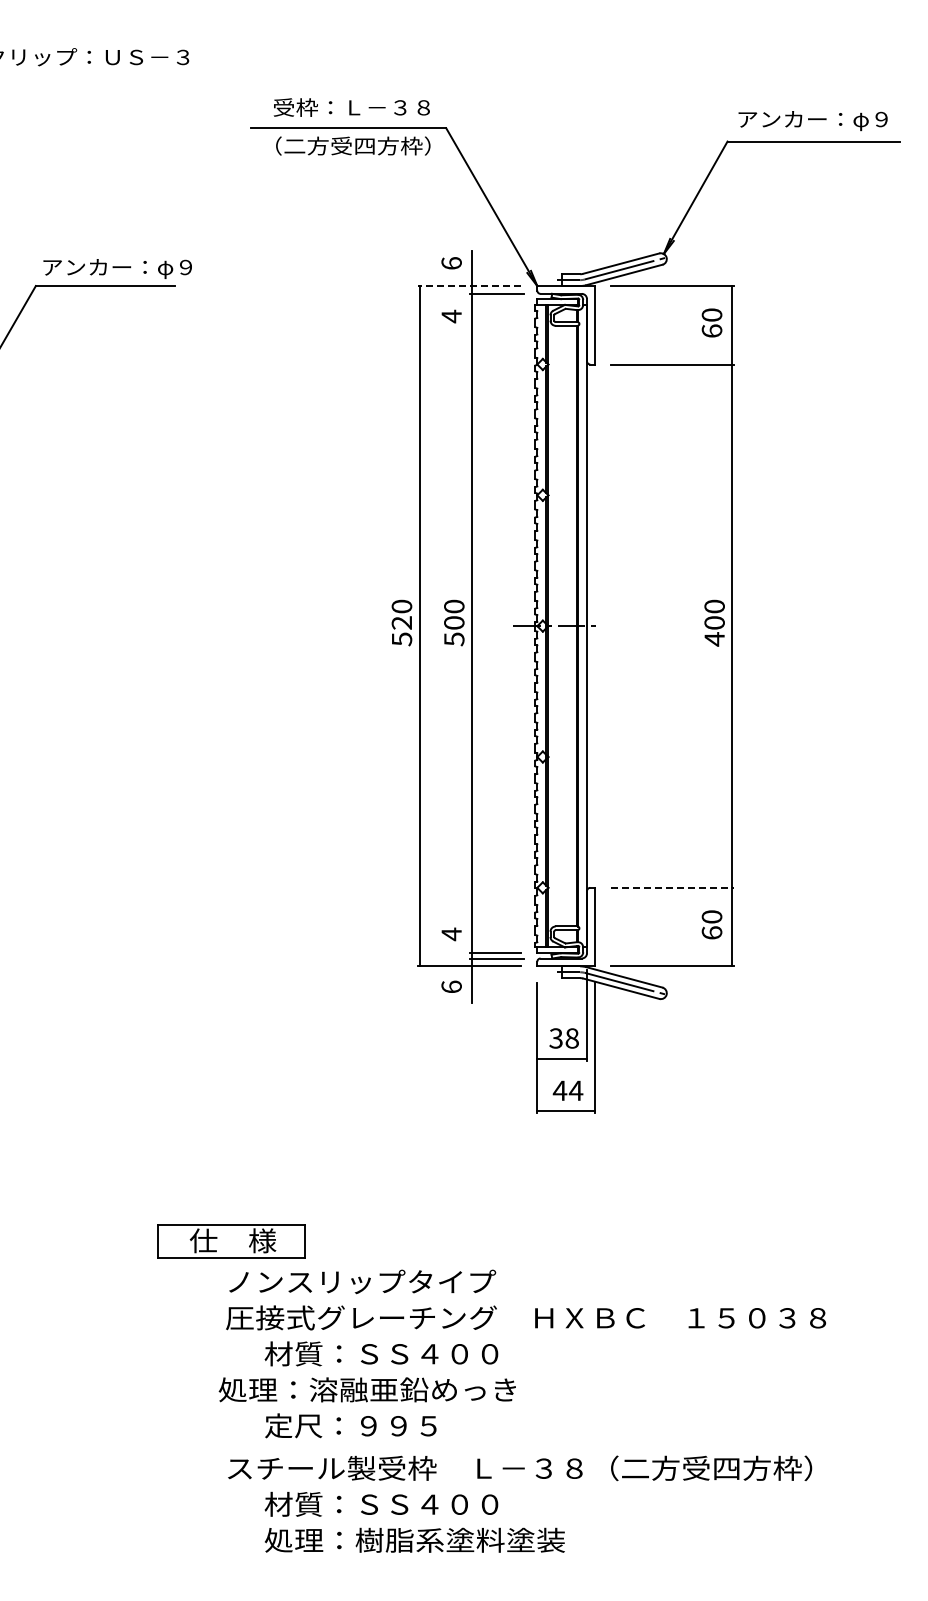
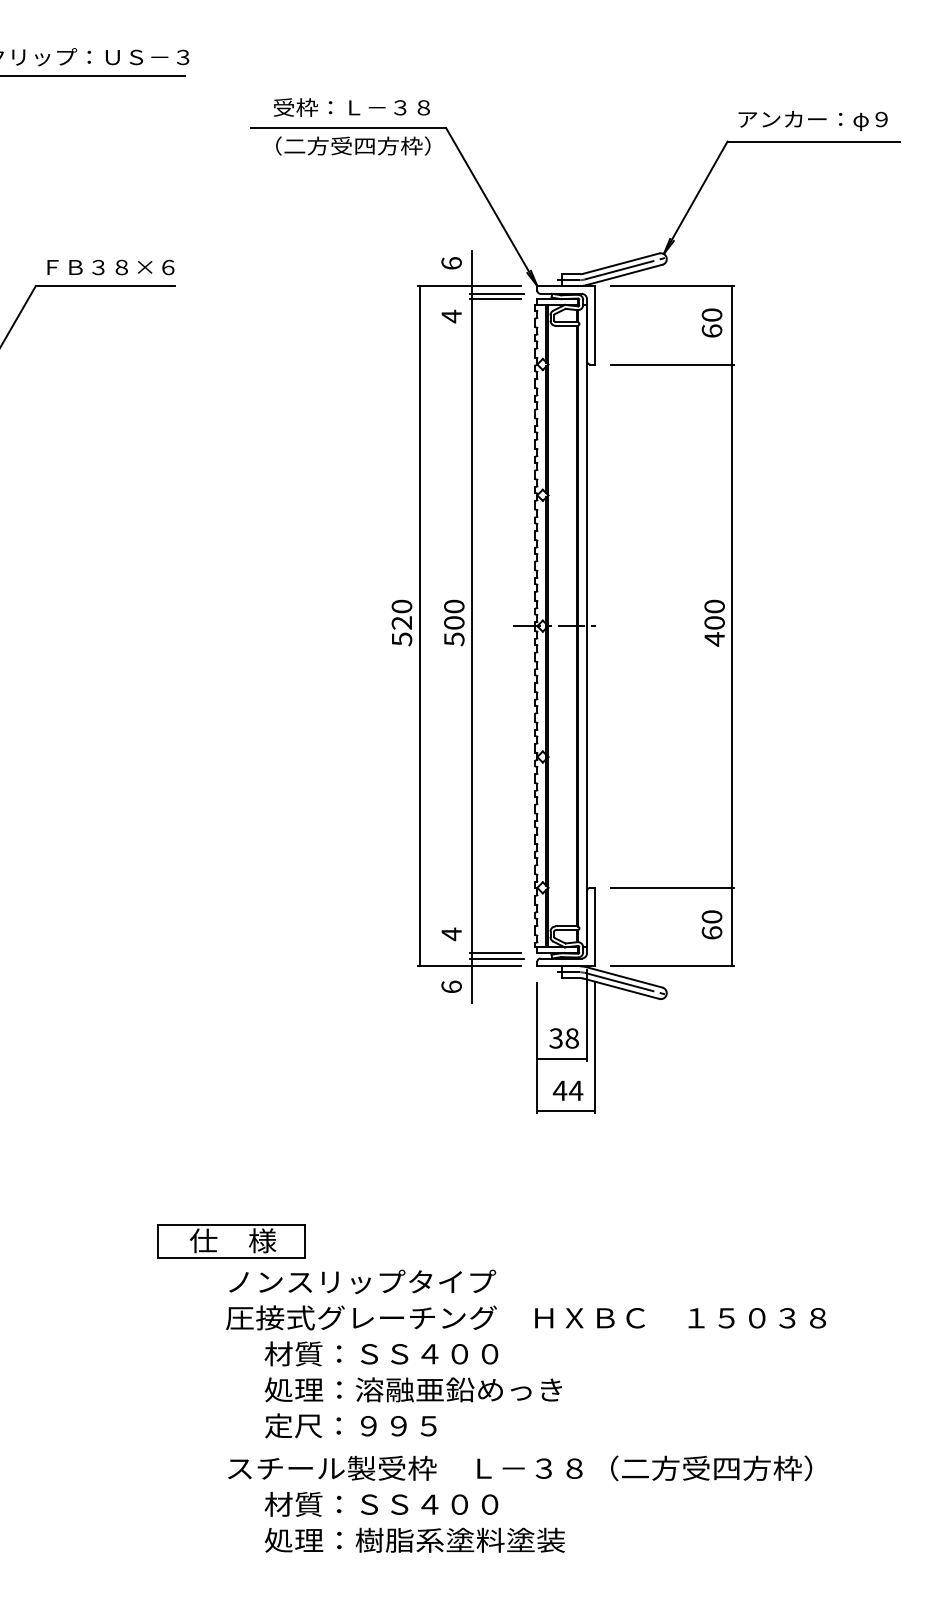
line at (93, 75): none -> present
text at (117, 269): アンカー：φ９ -> ＦＢ３８×６
line at (469, 286): dashed -> solid
line at (494, 299): none -> present
line at (673, 887): dashed -> solid
text at (366, 1389) position: (366, 1389) -> (412, 1389)
